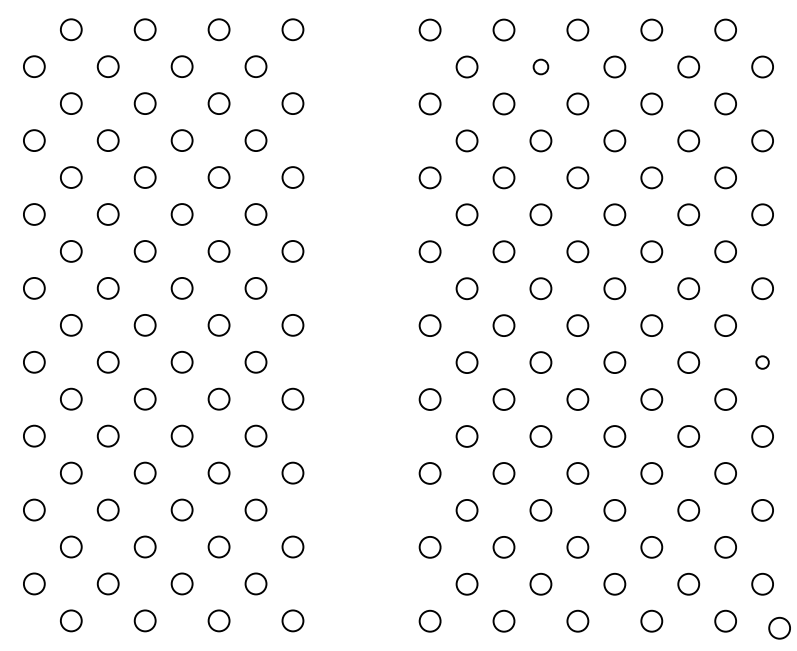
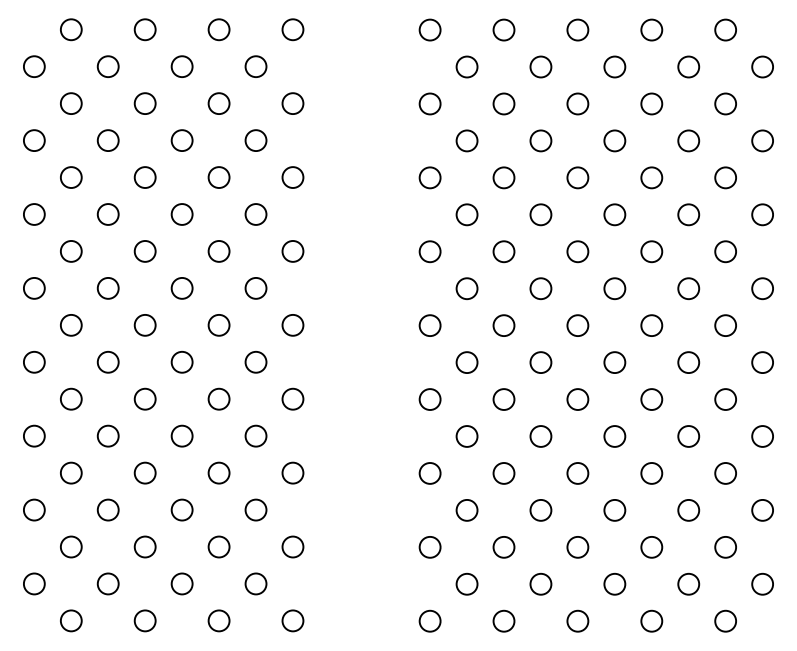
circle at (540, 66) size: 18x18 px -> 24x24 px
circle at (762, 362) size: 15x15 px -> 23x23 px
circle at (779, 627): present -> none
